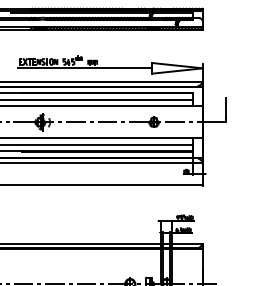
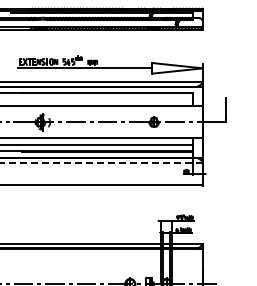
line at (97, 100): present -> none
line at (101, 162): solid -> dashed
